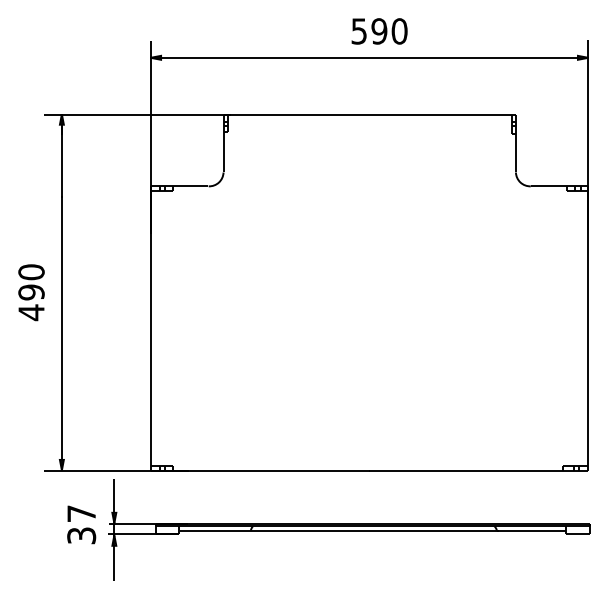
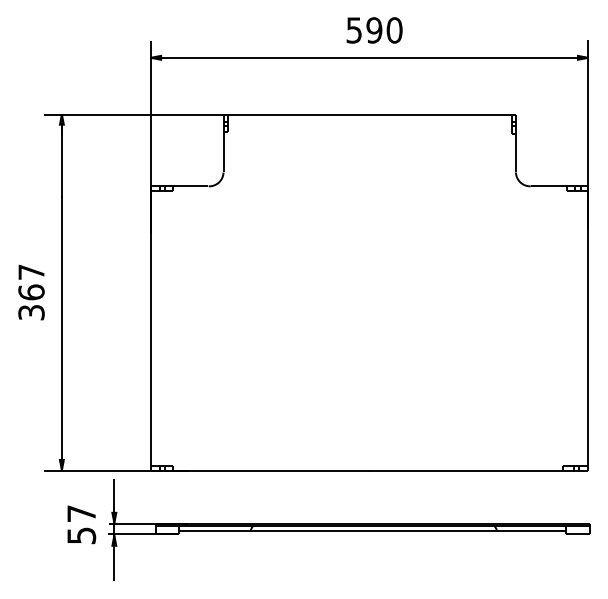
text at (379, 31) position: (379, 31) -> (374, 30)
text at (31, 292): 490 -> 367
text at (81, 535): 37 -> 57
